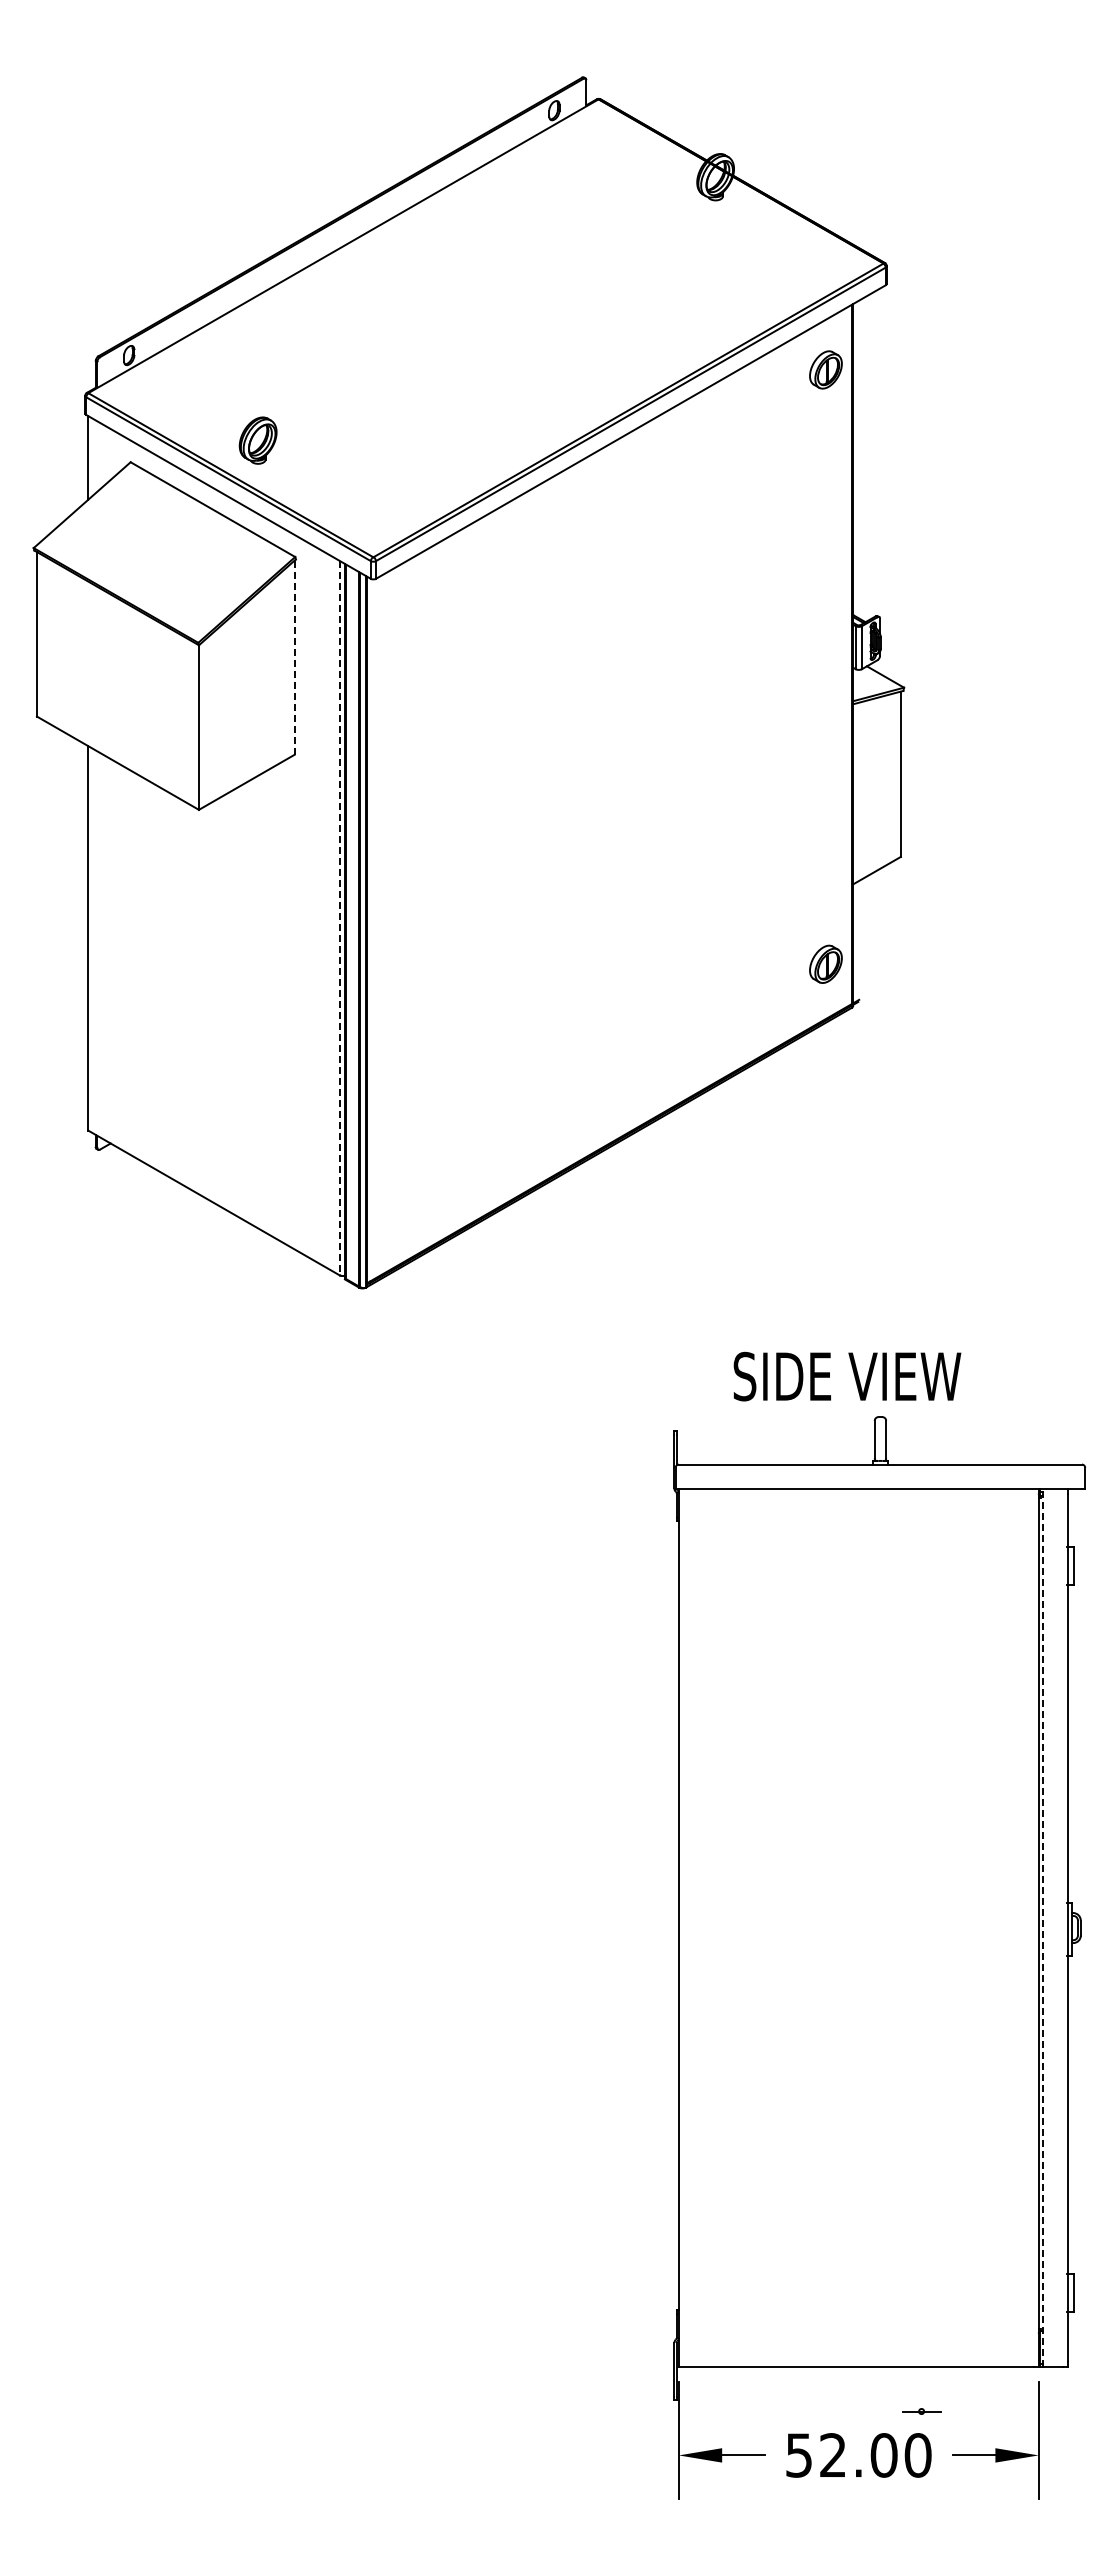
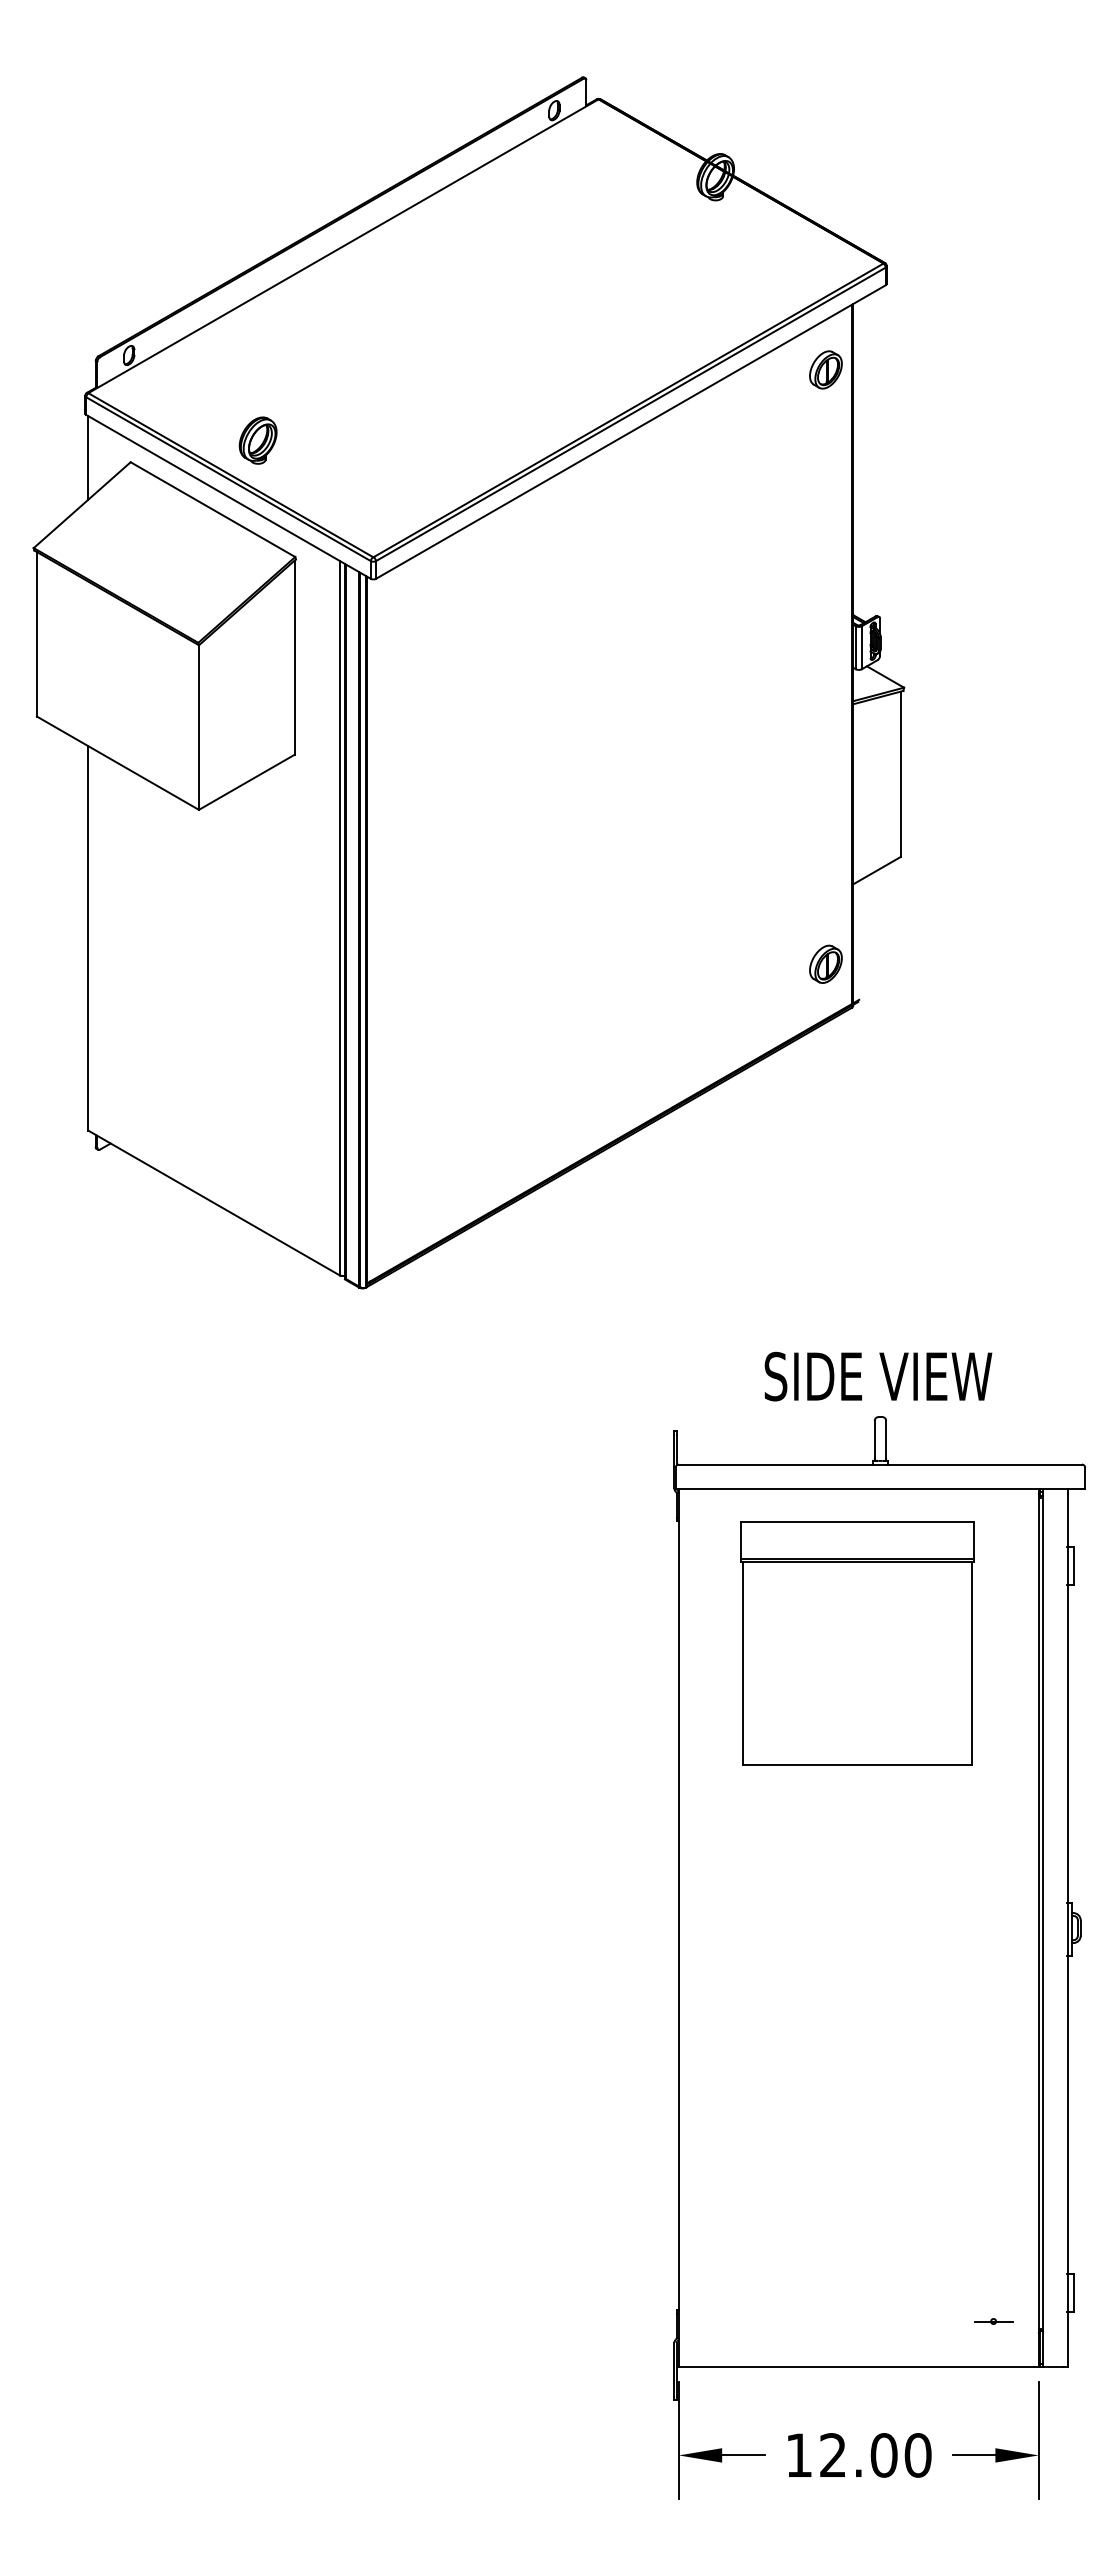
line at (294, 657): dashed -> solid
line at (339, 918): dashed -> solid
text at (847, 1376) position: (847, 1376) -> (878, 1376)
part at (857, 1643): none -> present
line at (1043, 1928): dashed -> solid
part at (921, 2411) position: (921, 2411) -> (993, 2321)
text at (798, 2455): 52.00 -> 12.00
